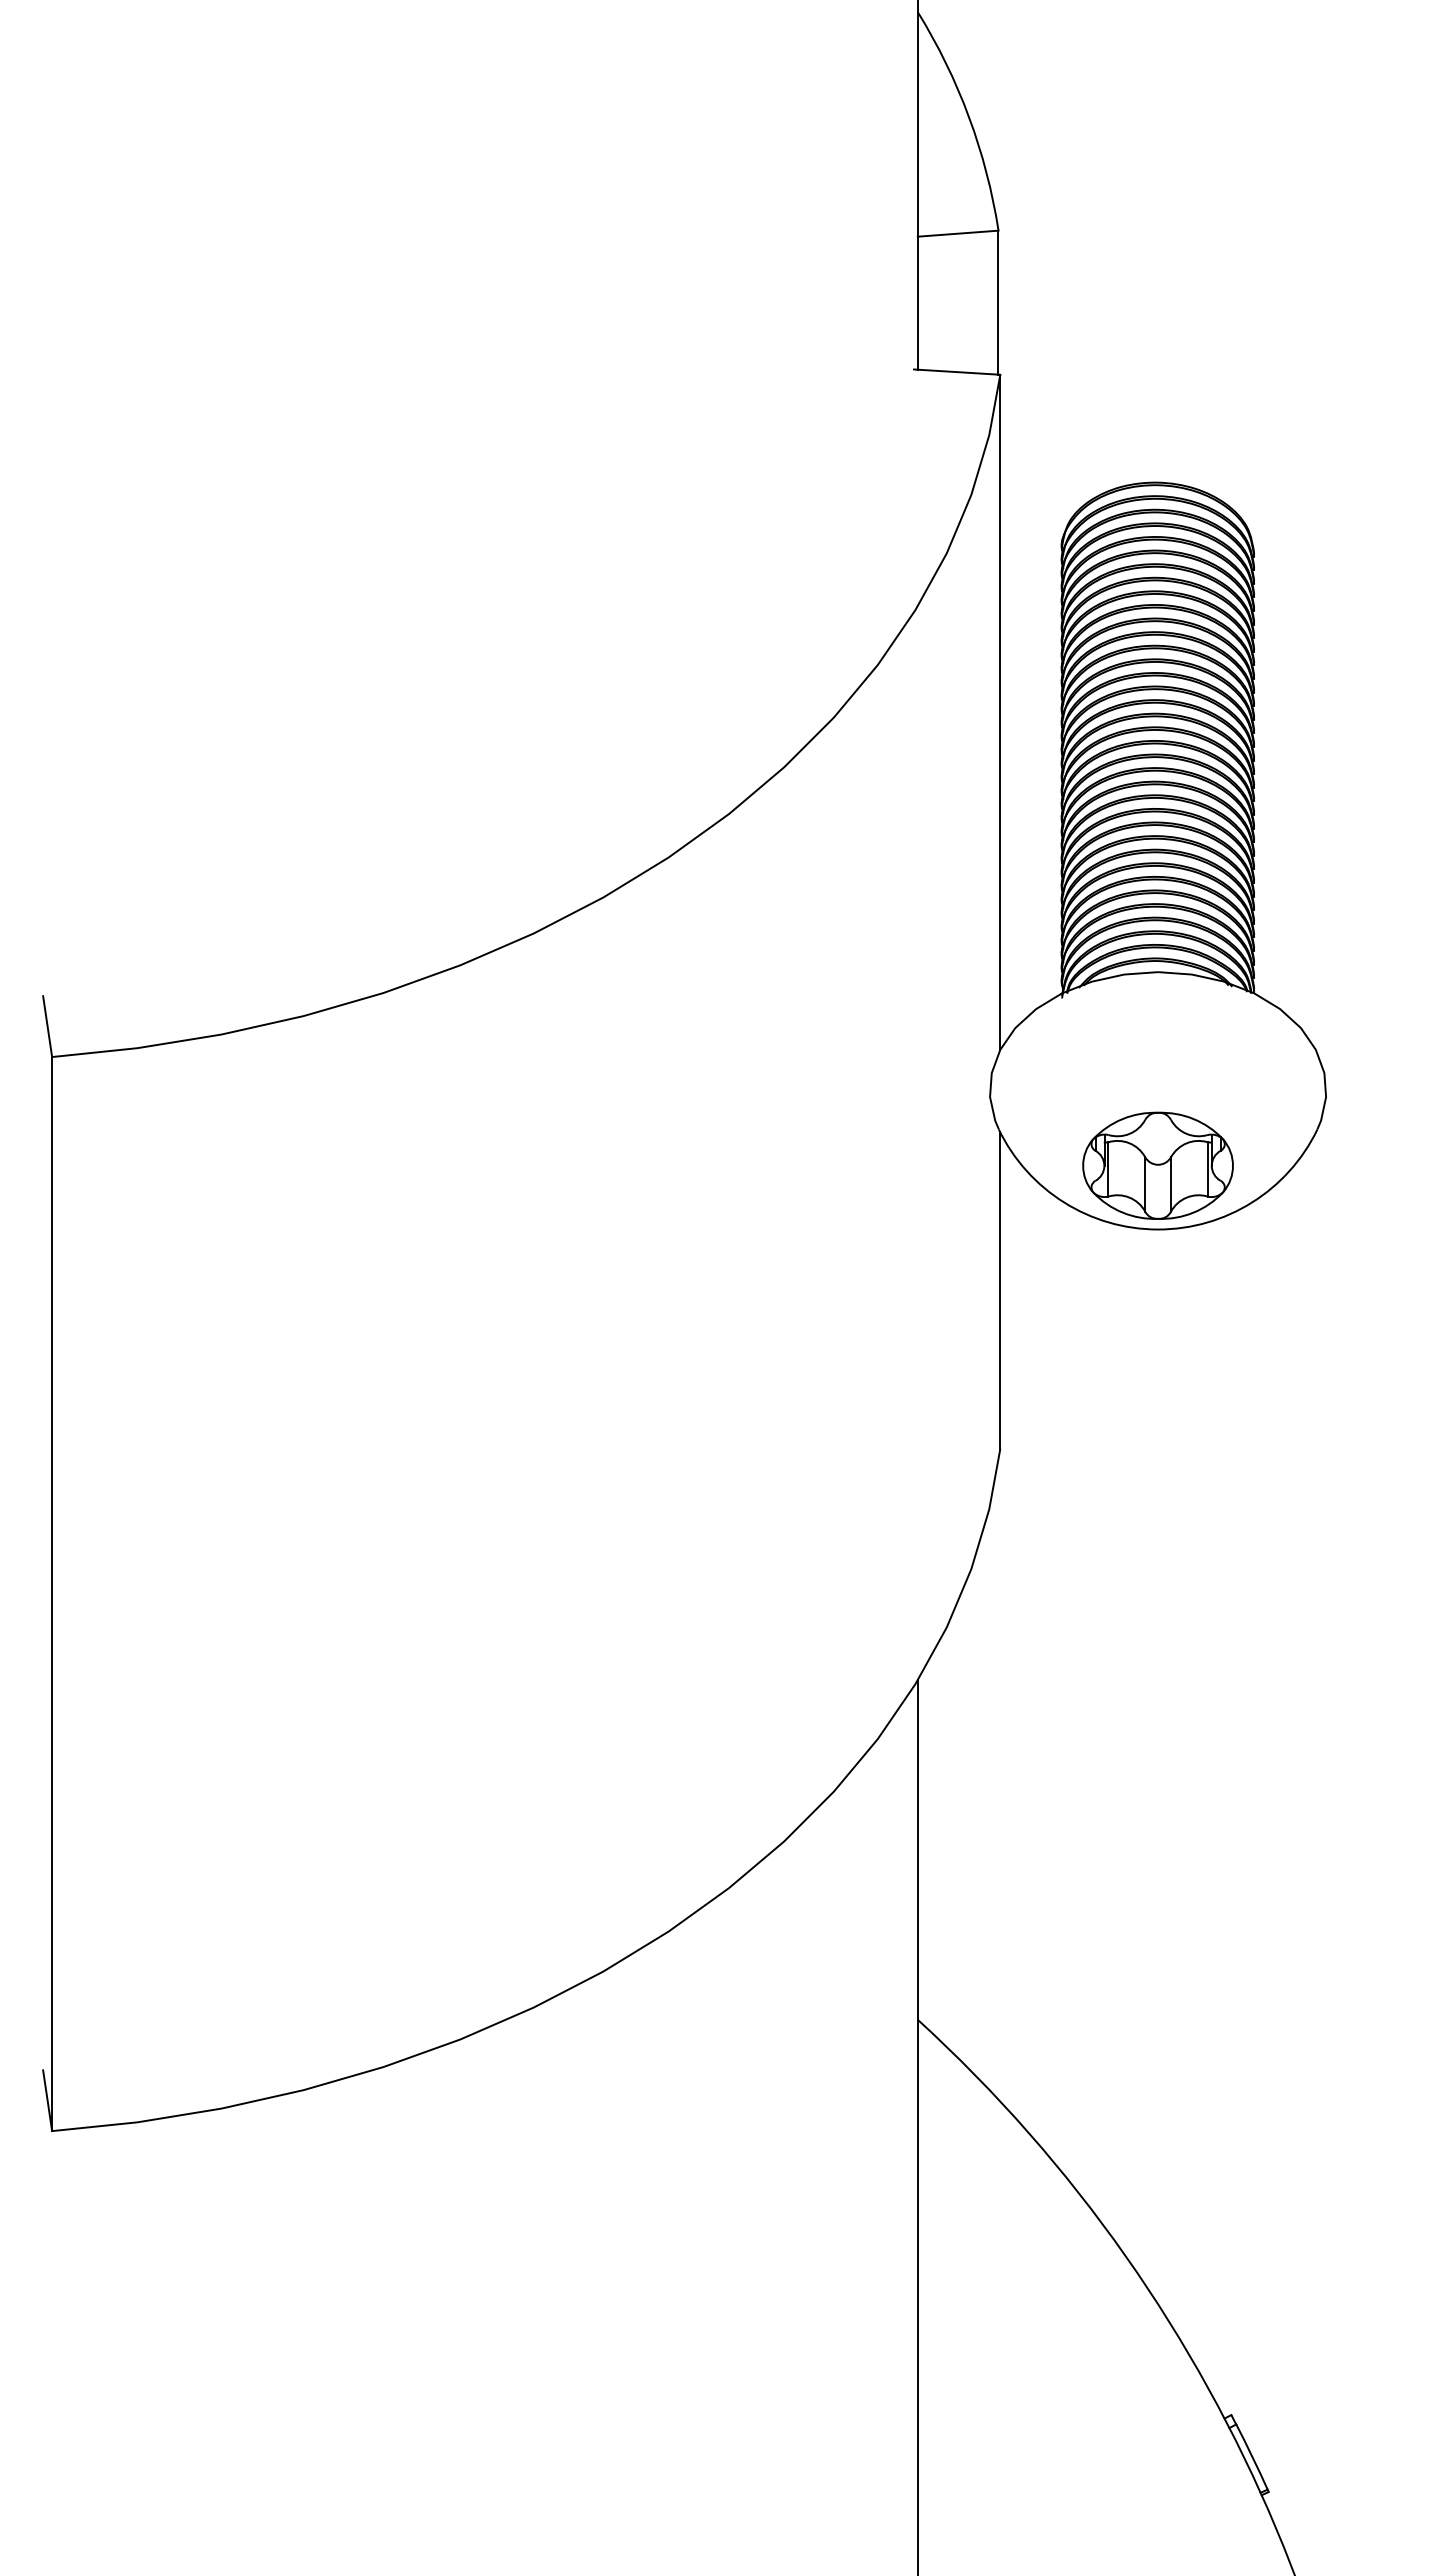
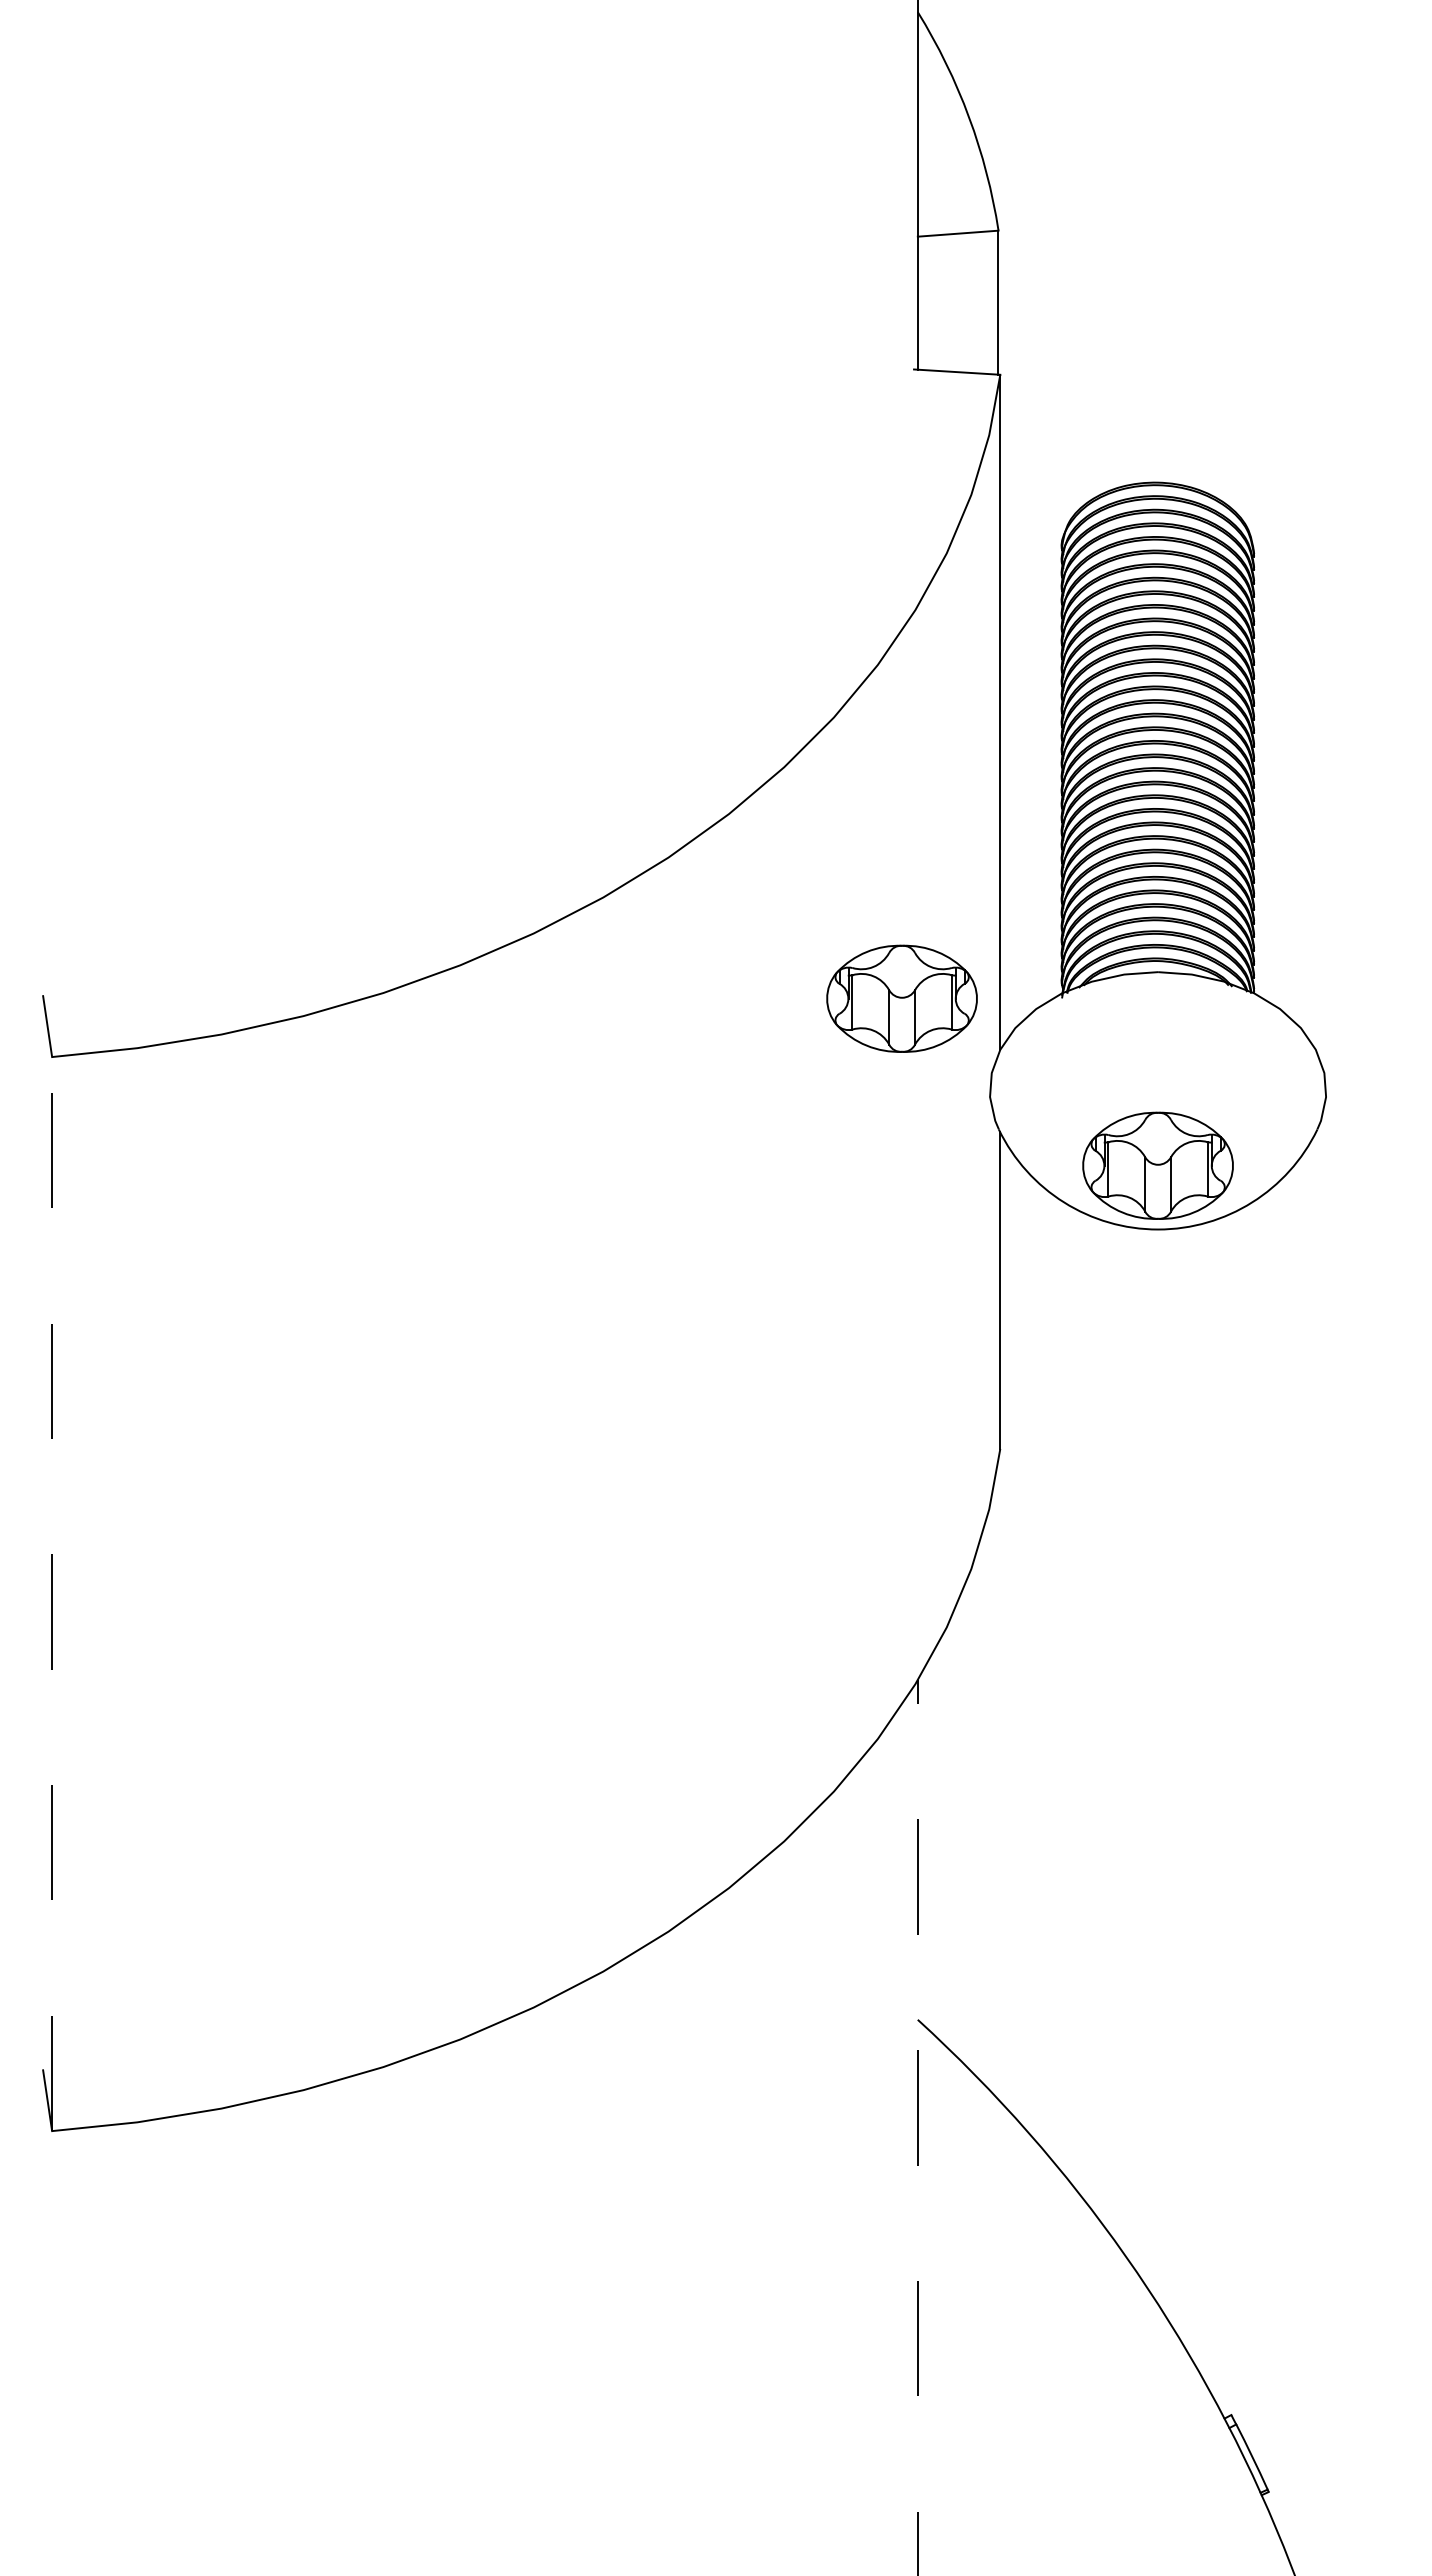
part at (901, 998): none -> present
line at (52, 1593): solid -> dashed
line at (917, 2128): solid -> dashed
